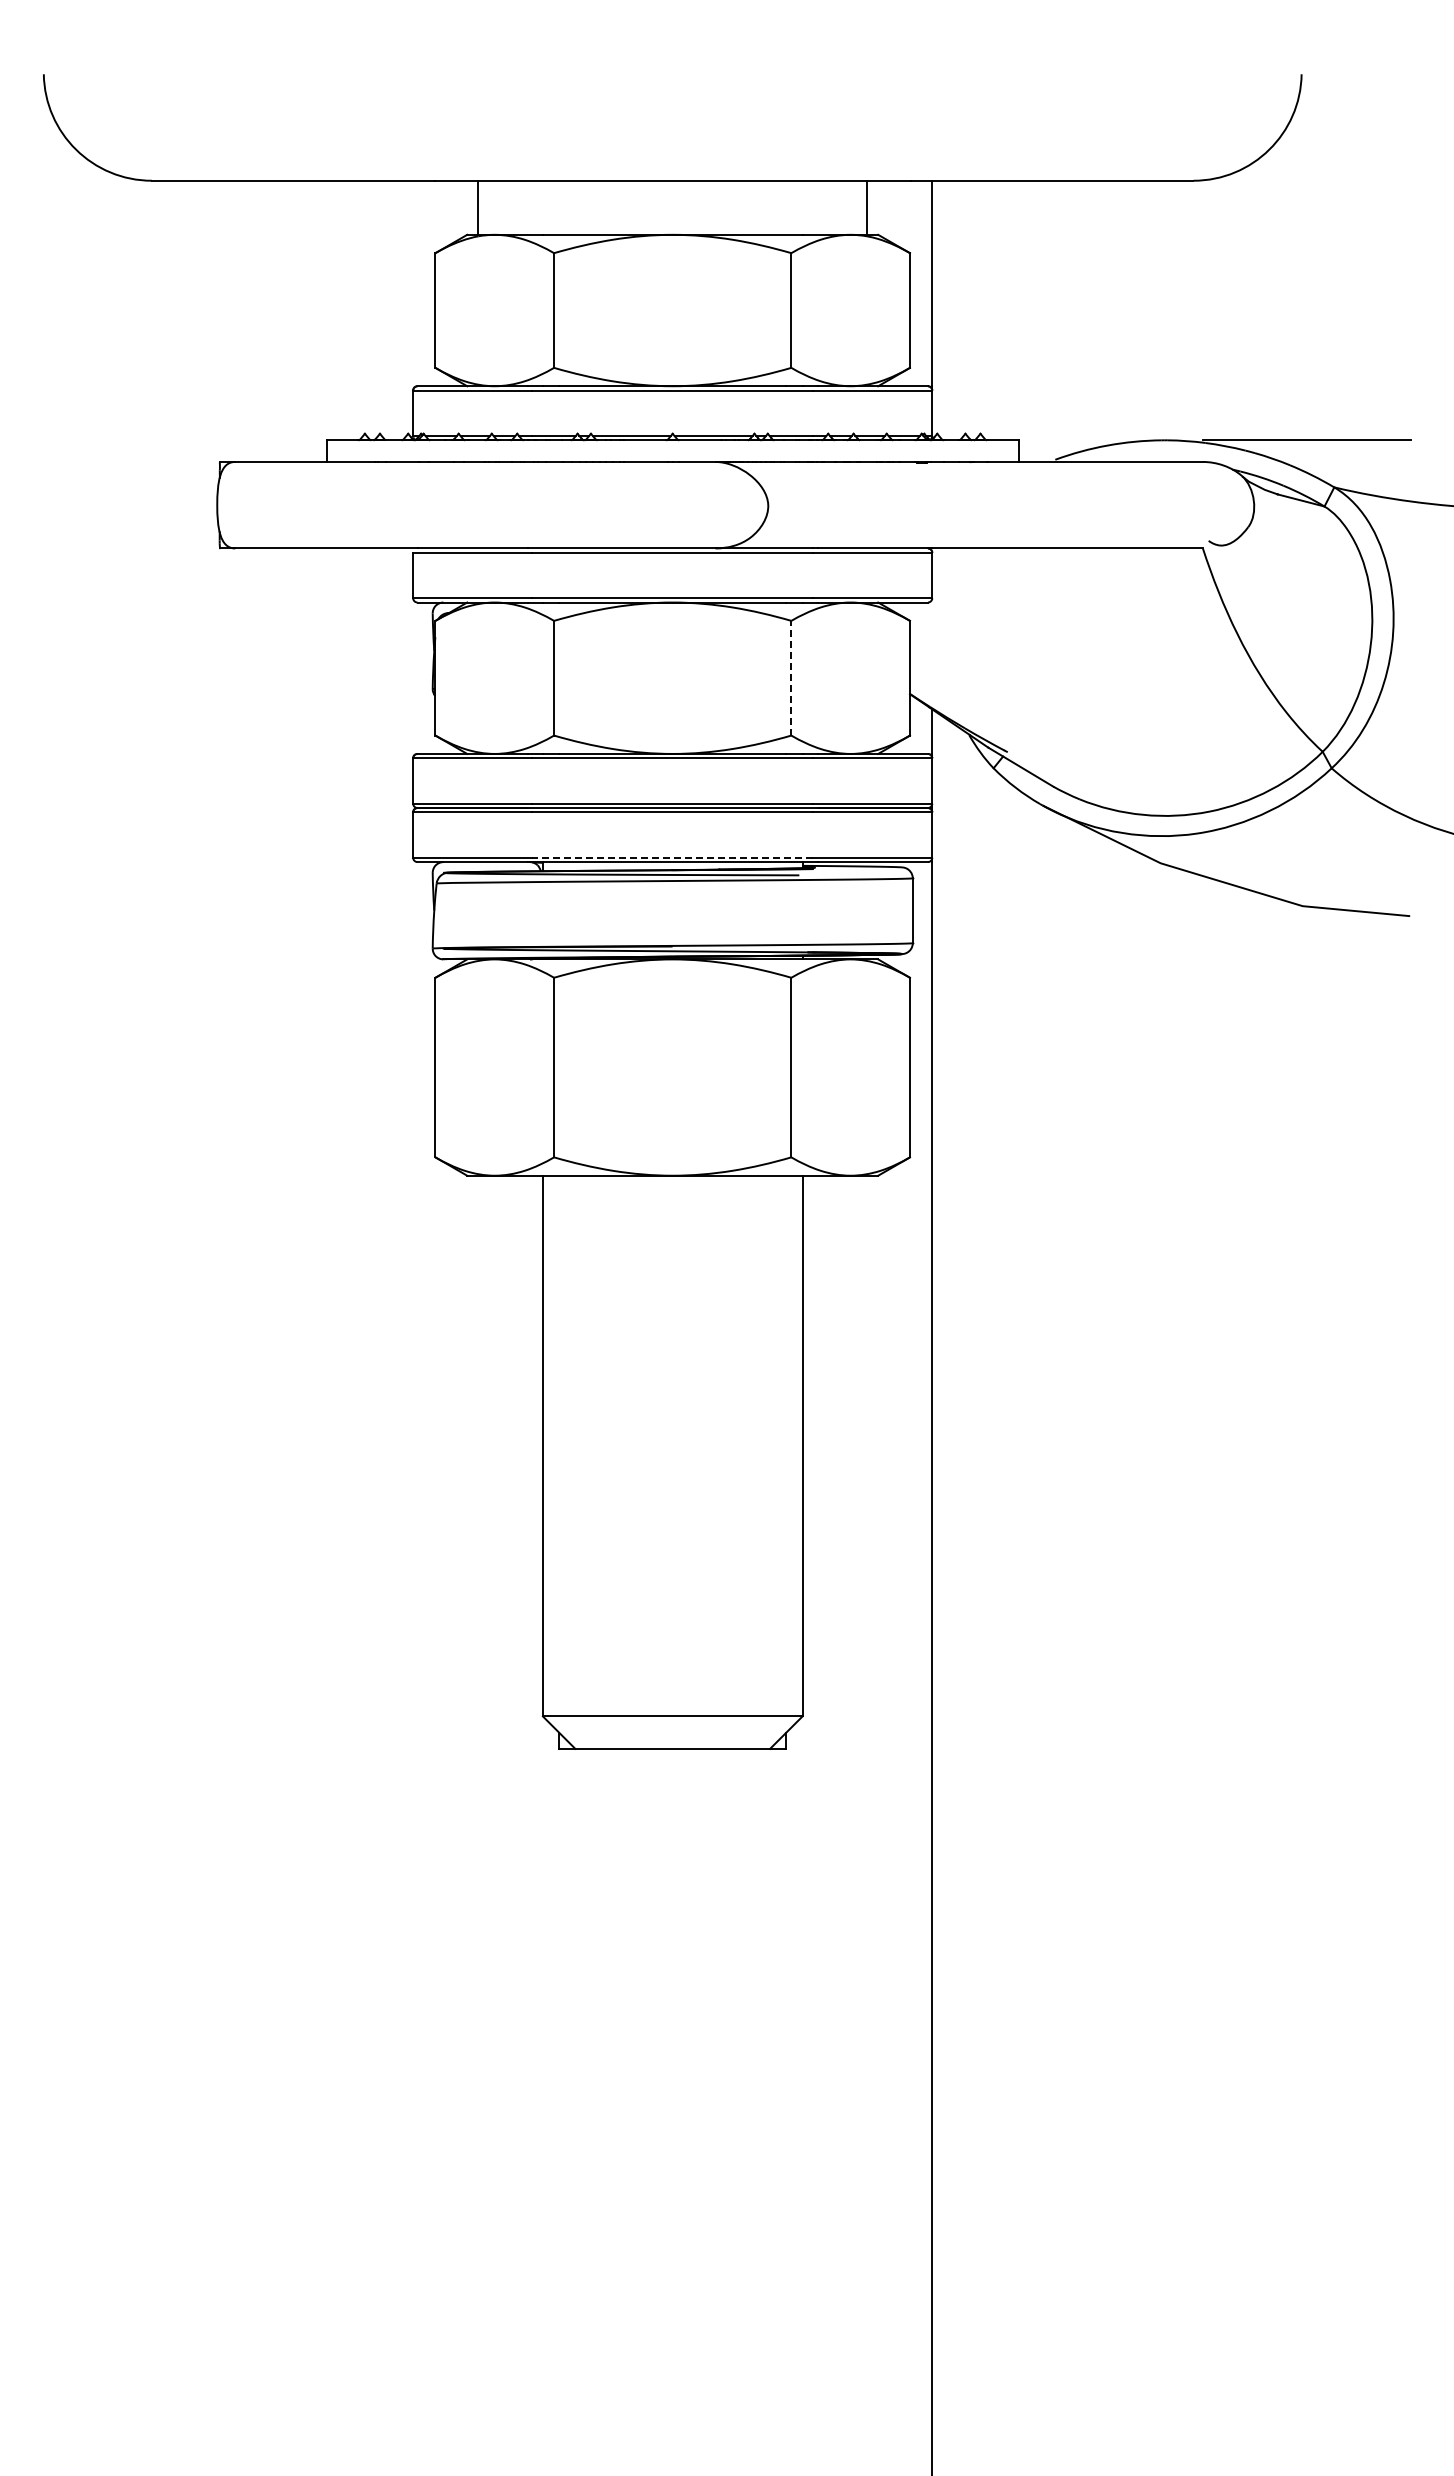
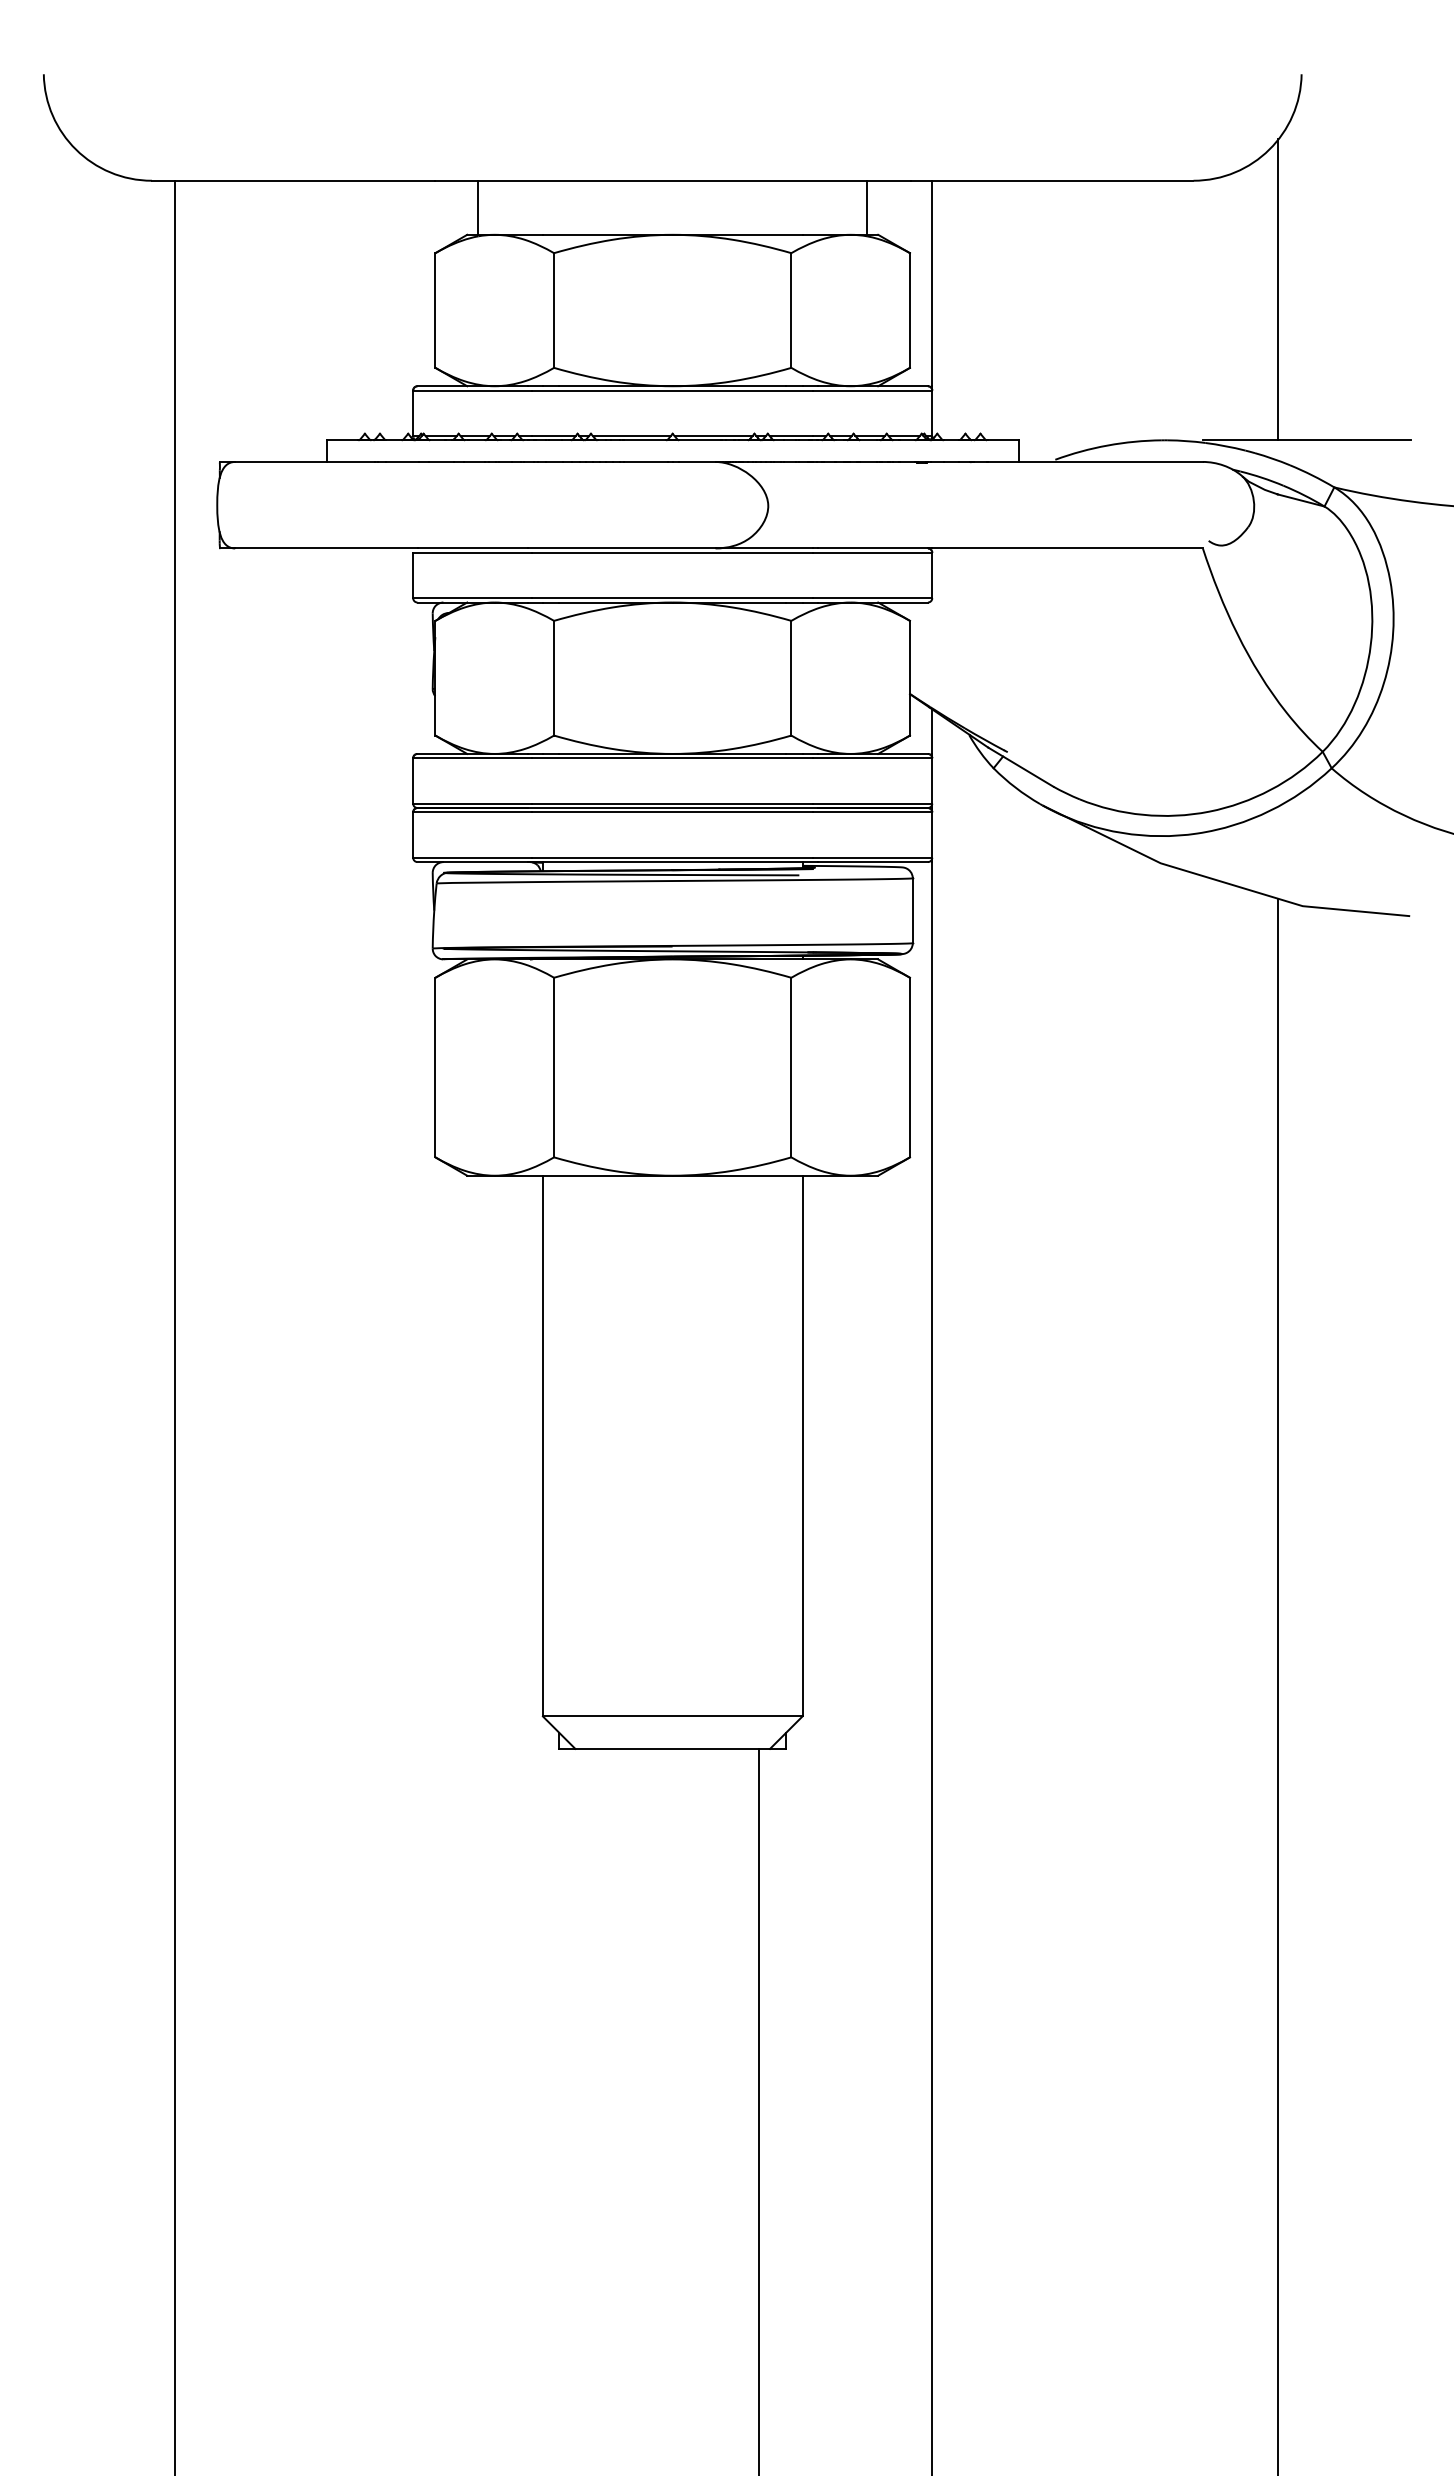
line at (1278, 289): none -> present
line at (791, 677): dashed -> solid
line at (672, 857): dashed -> solid
line at (175, 1326): none -> present
line at (1278, 1685): none -> present
line at (759, 2110): none -> present
